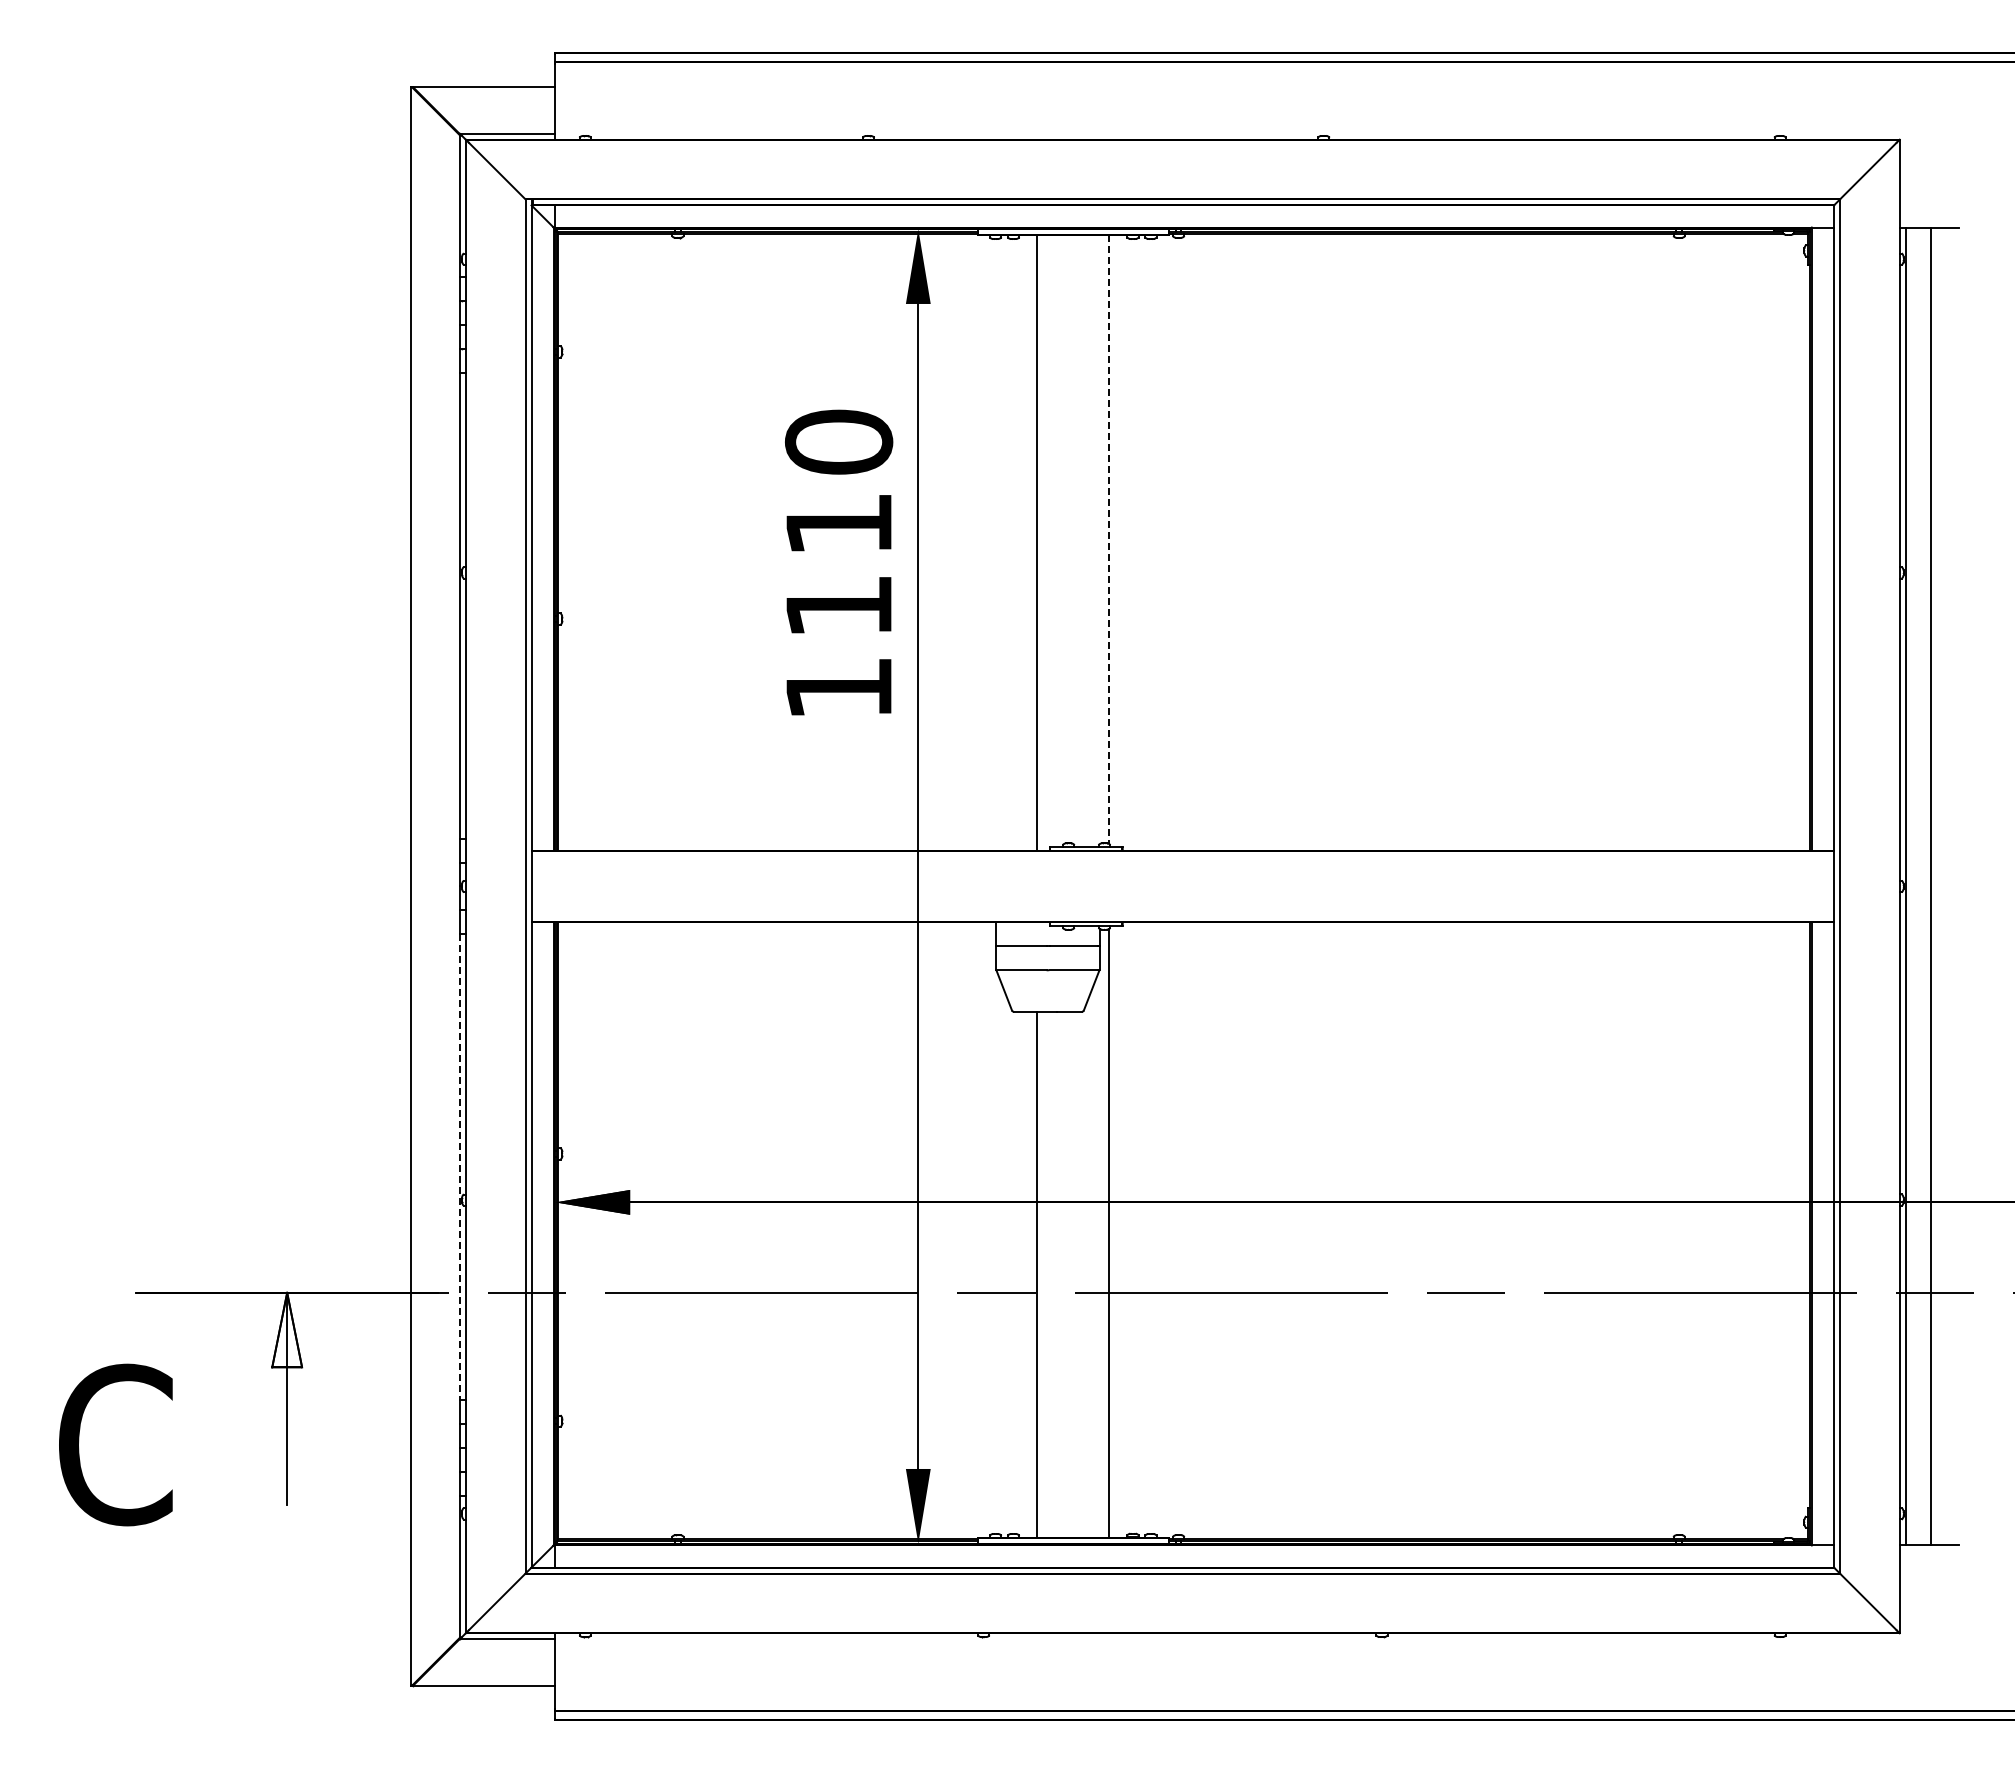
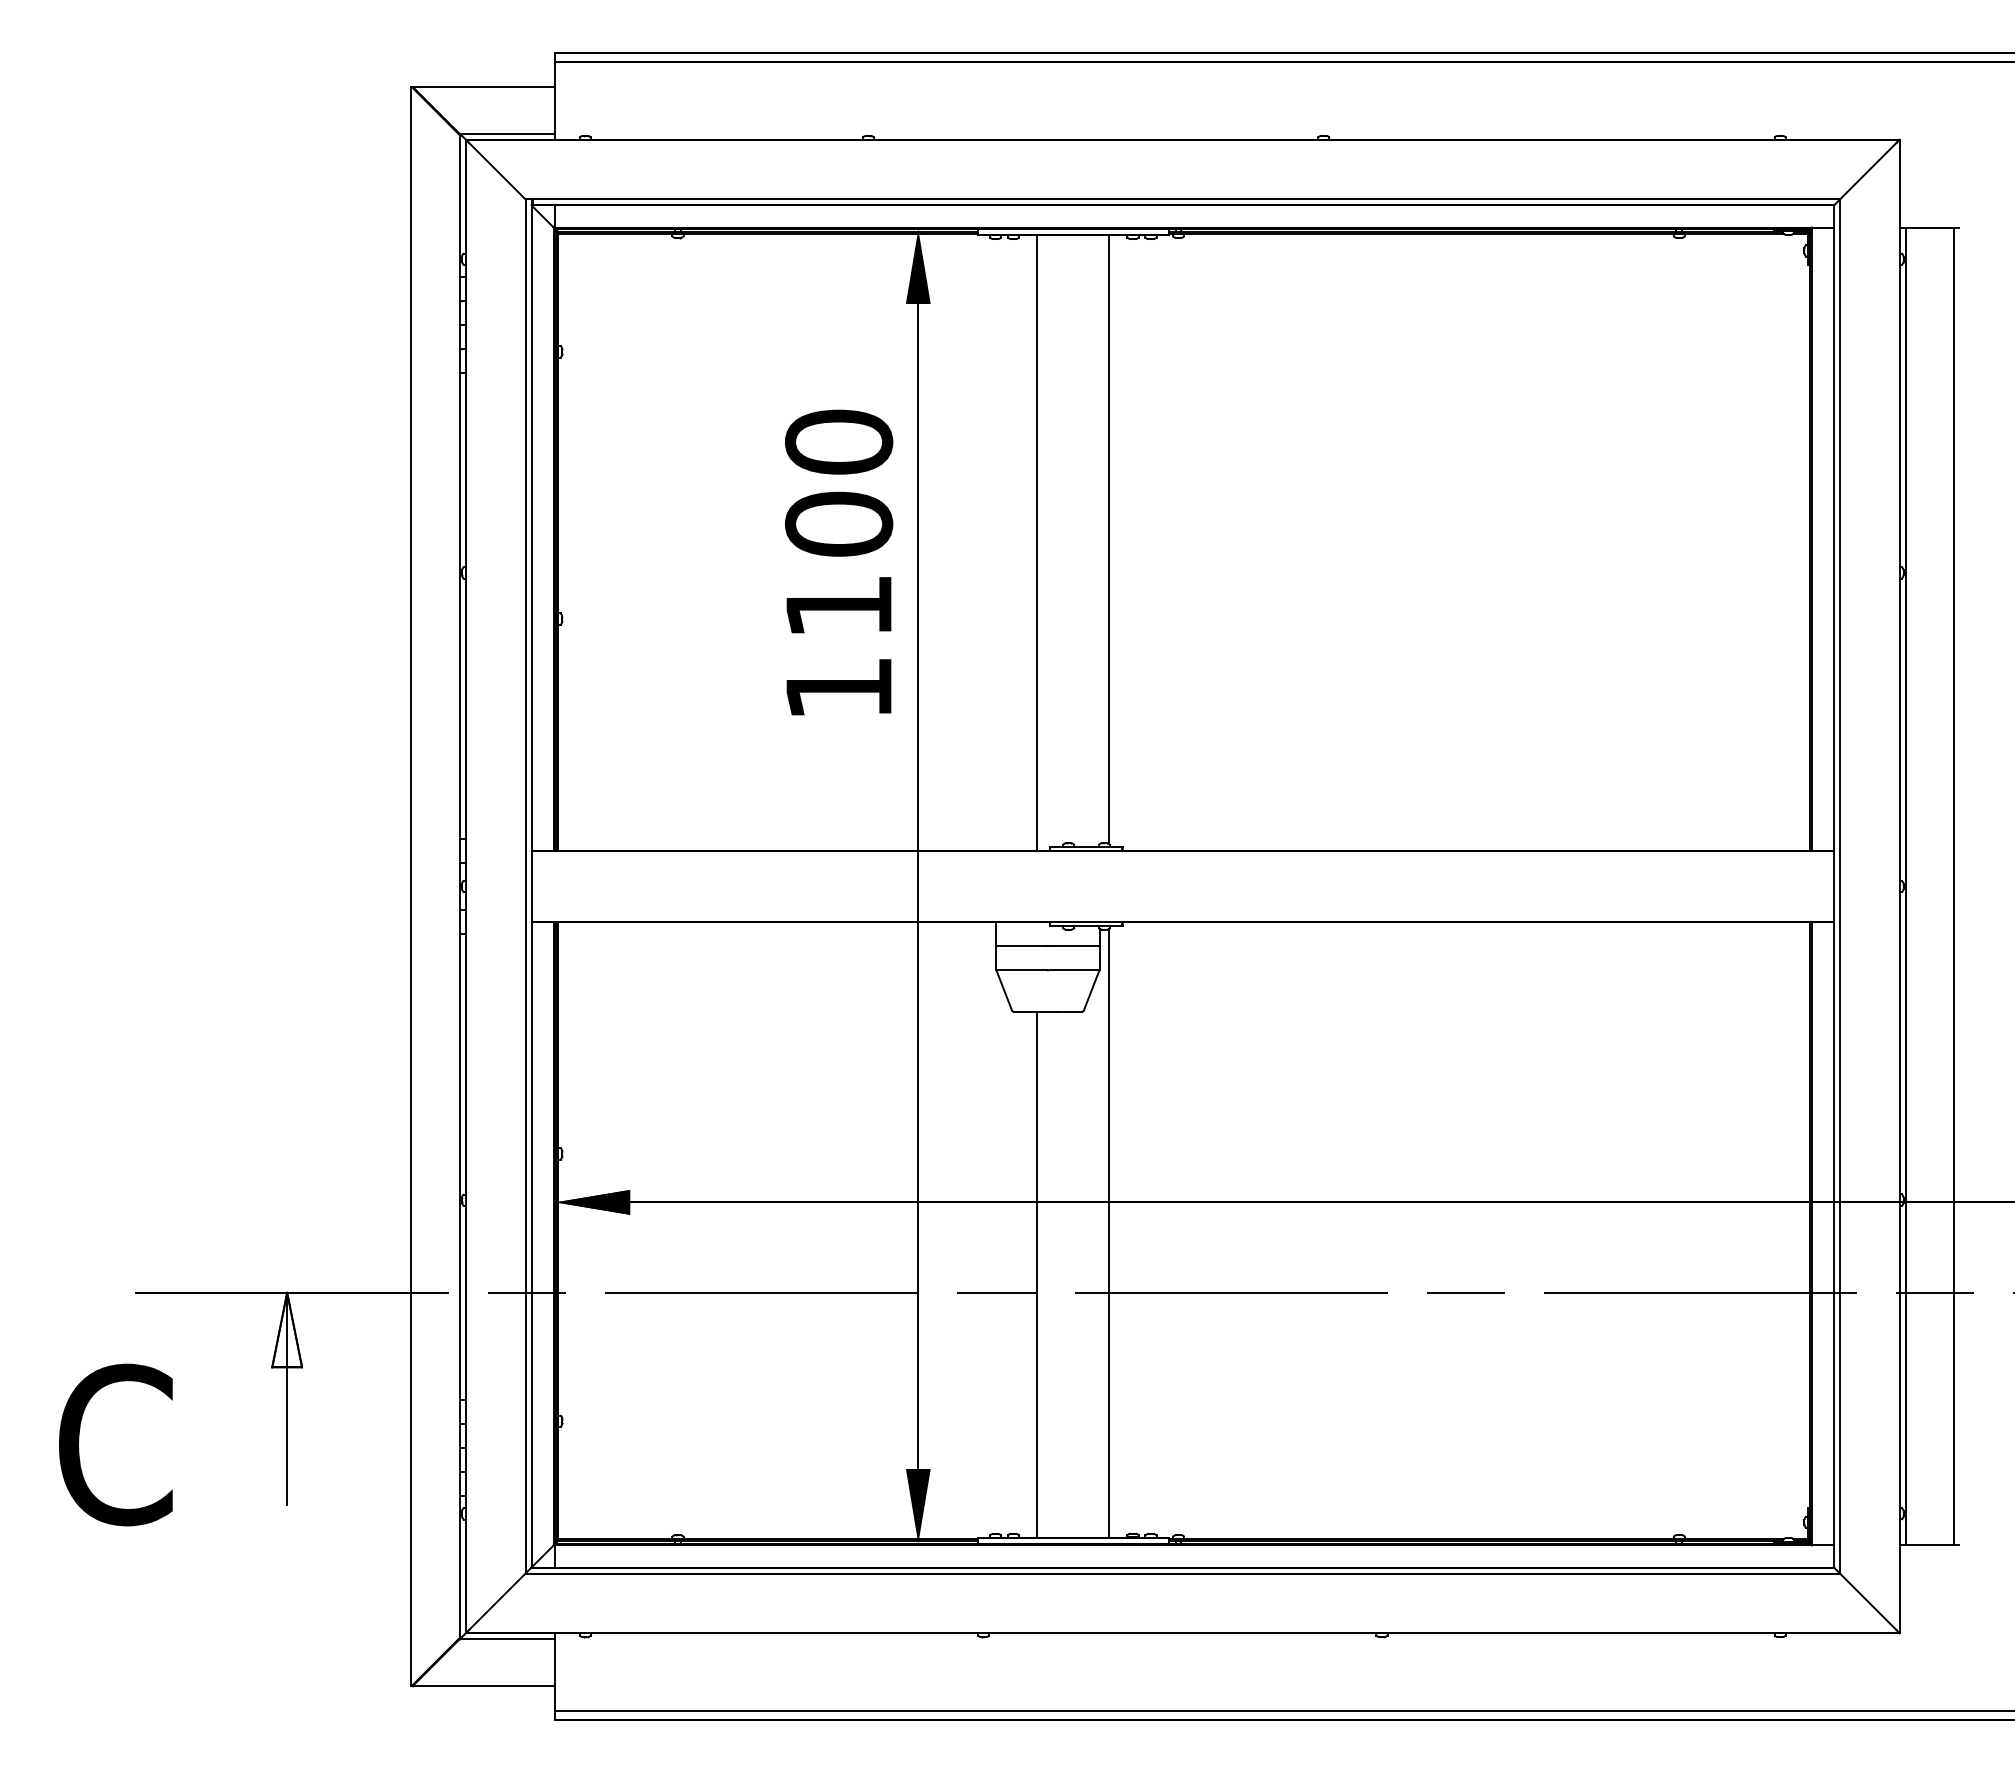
text at (839, 523): 1110 -> 1100
line at (1109, 540): dashed -> solid
line at (1930, 886) position: (1930, 886) -> (1953, 886)
line at (459, 1167): dashed -> solid
